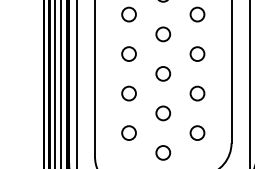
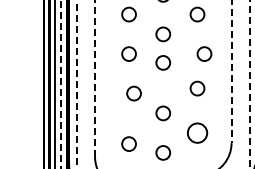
circle at (197, 53) position: (197, 53) -> (204, 53)
line at (231, 72): solid -> dashed
circle at (163, 73) position: (163, 73) -> (163, 62)
line at (95, 78): solid -> dashed
line at (61, 84): solid -> dashed
line at (76, 85): solid -> dashed
line at (249, 85): solid -> dashed
circle at (128, 93) position: (128, 93) -> (133, 93)
circle at (197, 93) position: (197, 93) -> (197, 88)
circle at (128, 132) position: (128, 132) -> (128, 143)
circle at (197, 132) size: 17x16 px -> 22x22 px
